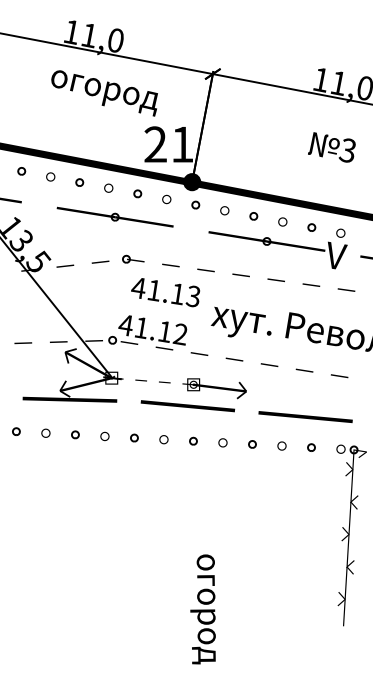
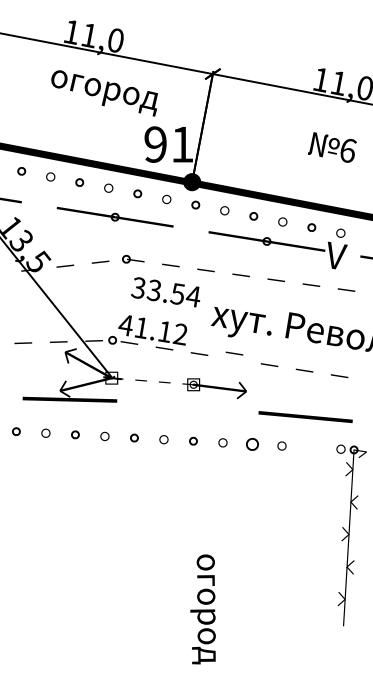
text at (155, 144): 21 -> 91
text at (347, 150): 3 -> 6
text at (165, 292): 41.13 -> 33.54
line at (234, 359) position: (234, 359) -> (234, 353)
line at (187, 406): present -> none
part at (252, 444) size: 9x9 px -> 13x14 px
part at (311, 447): present -> none
